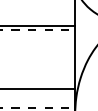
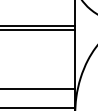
line at (38, 30): dashed -> solid
line at (38, 107): dashed -> solid
